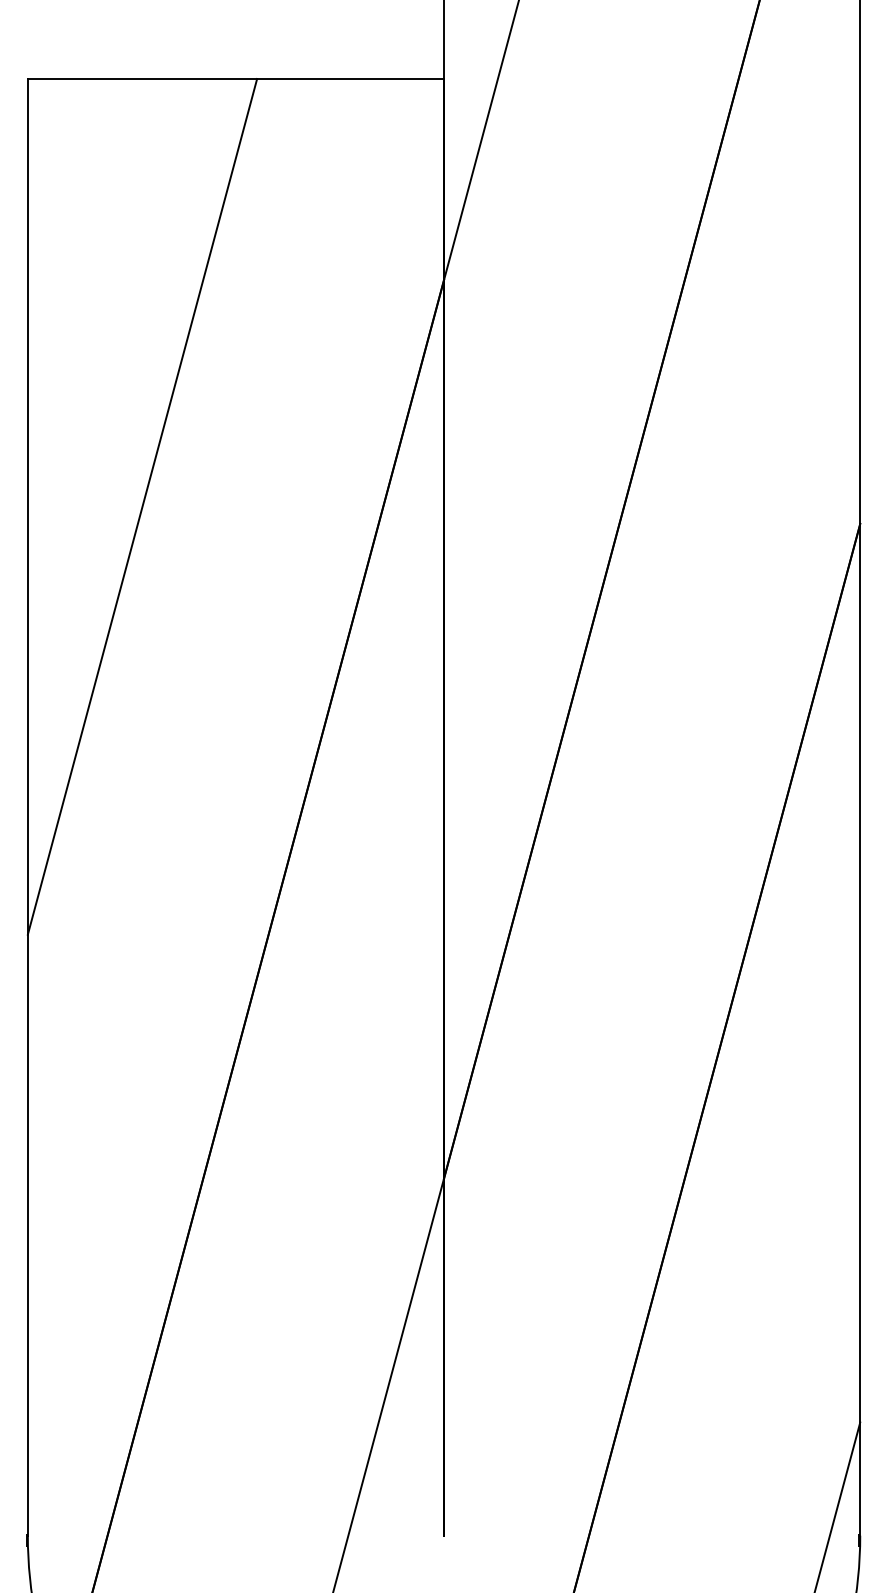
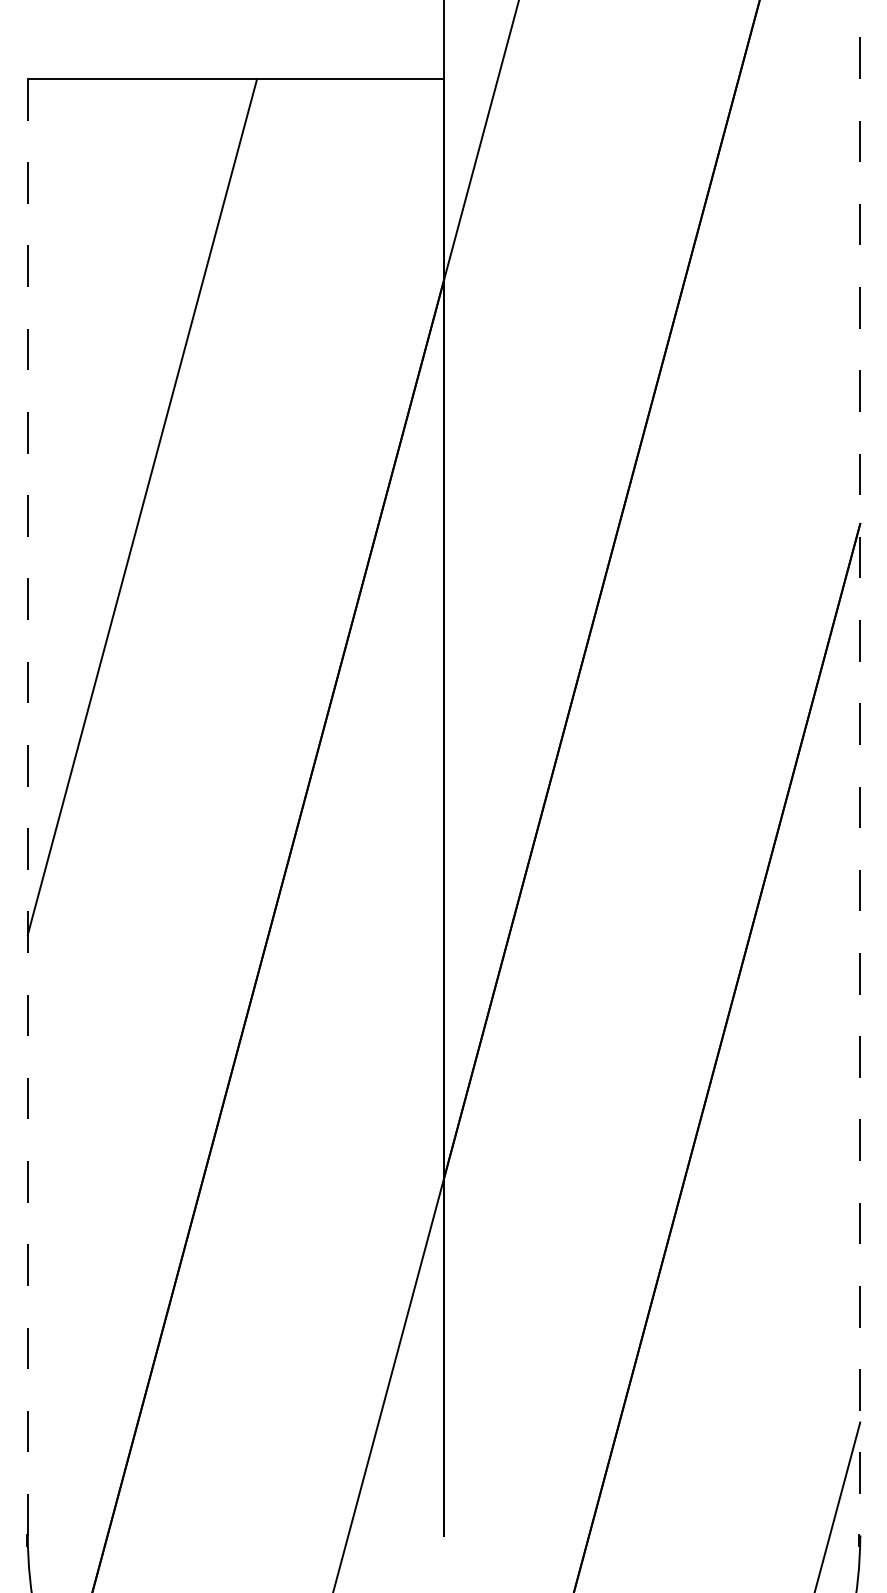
line at (860, 768): solid -> dashed
line at (27, 806): solid -> dashed
